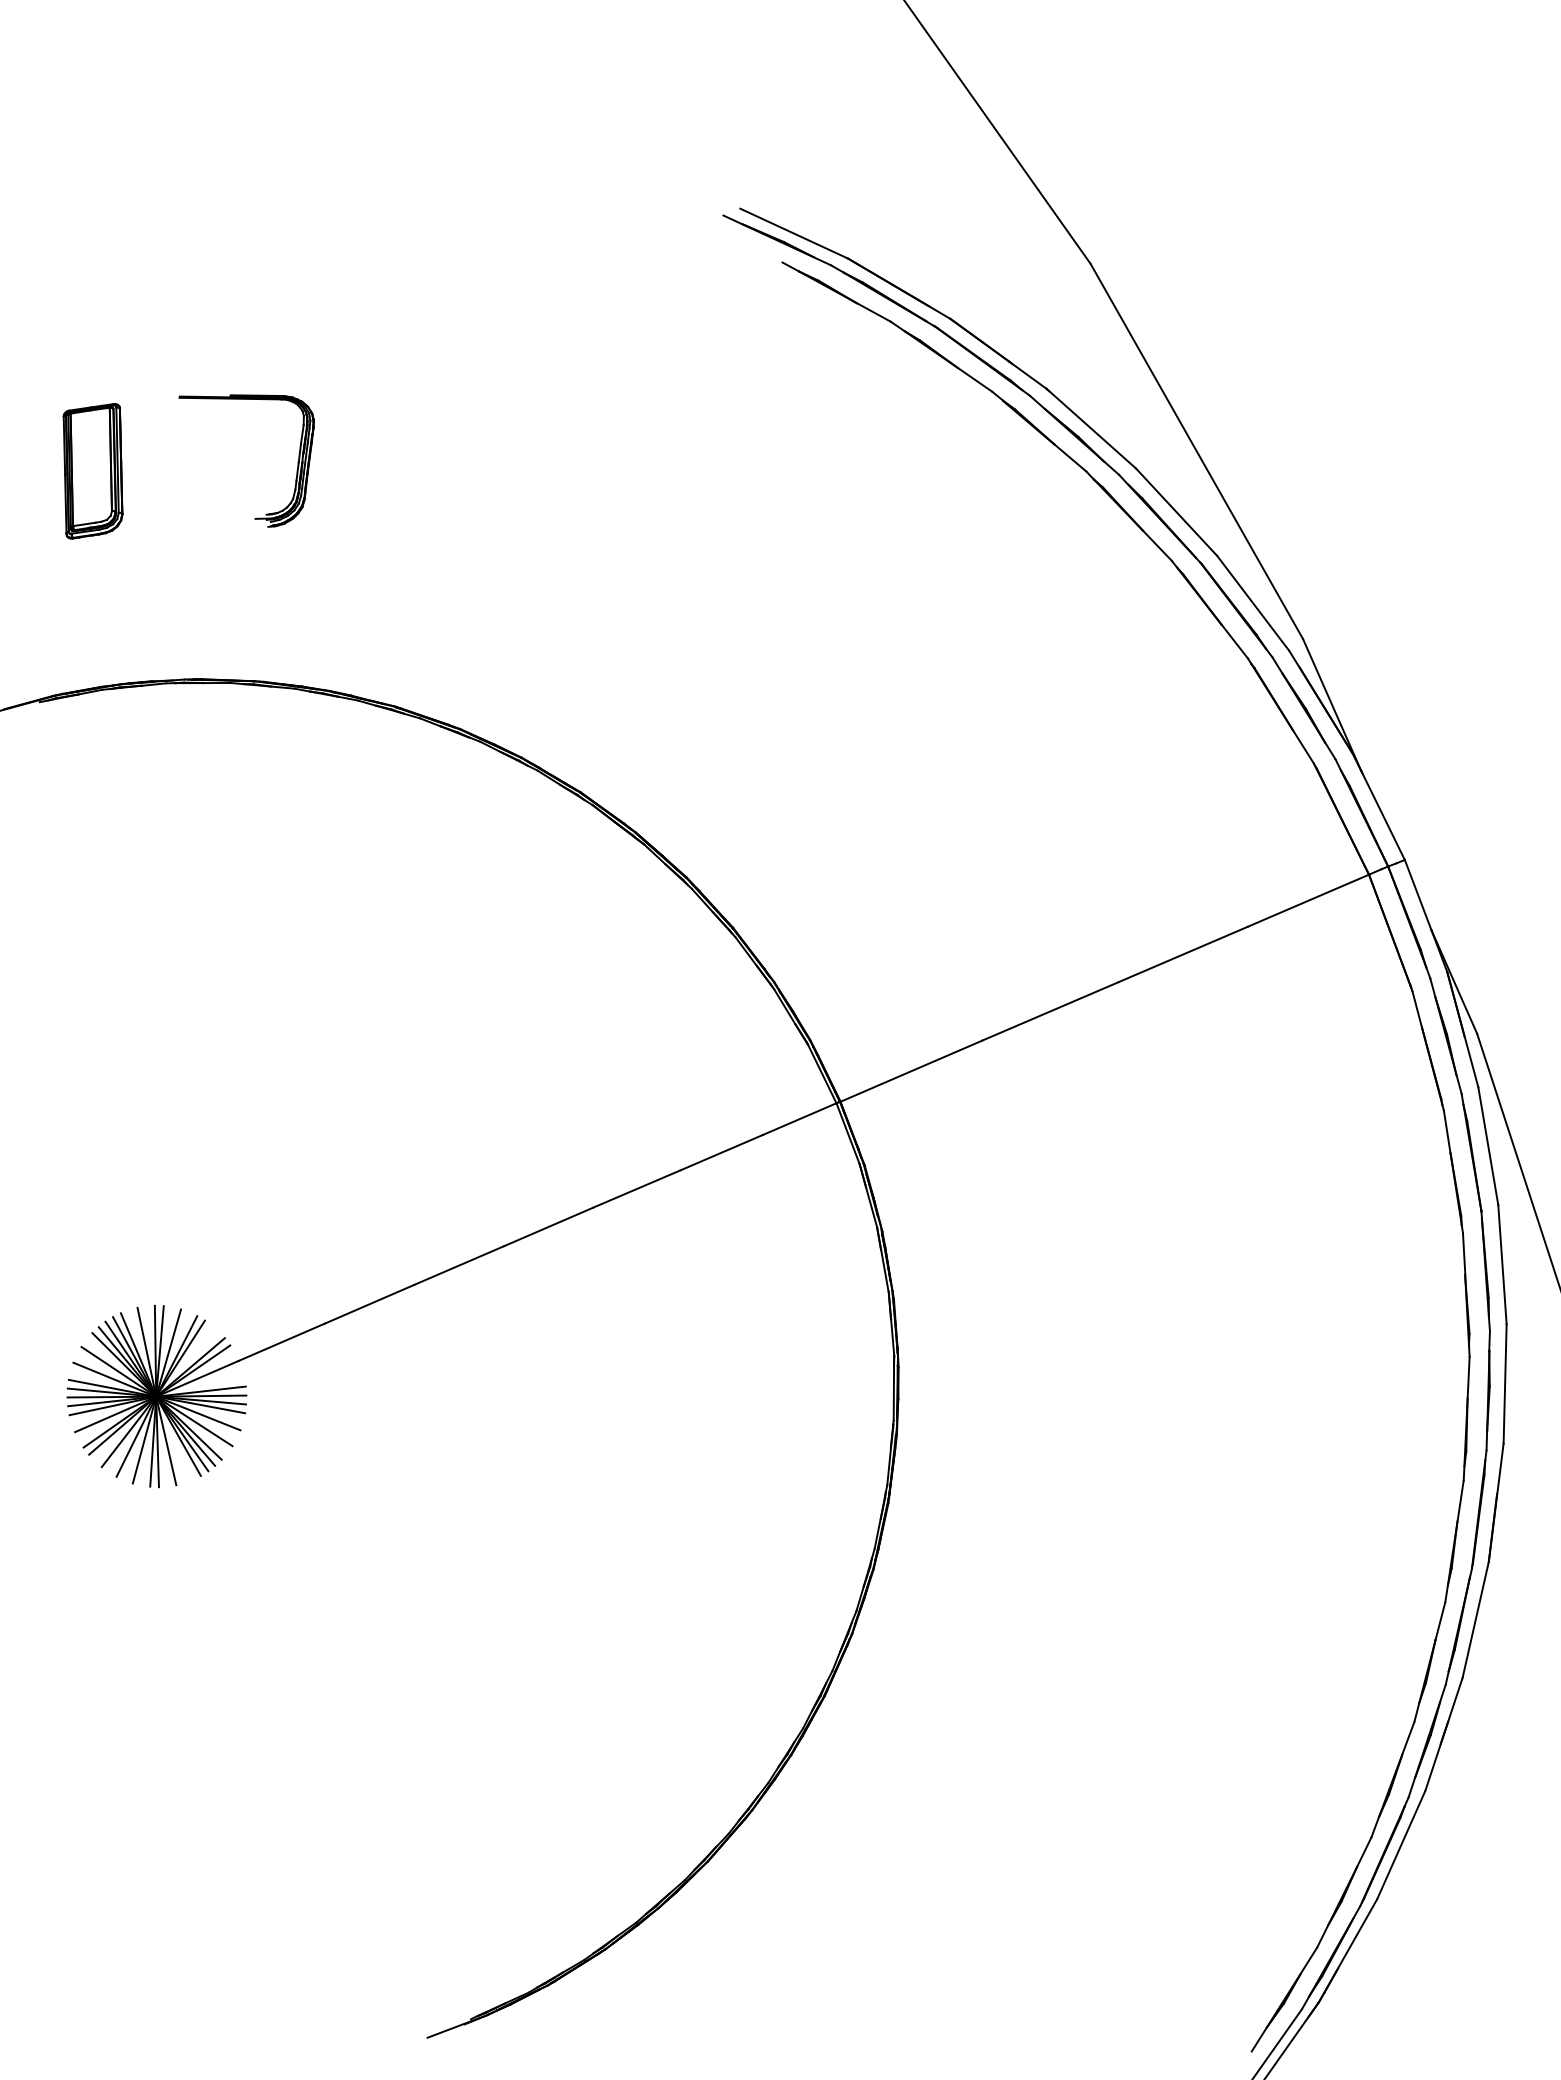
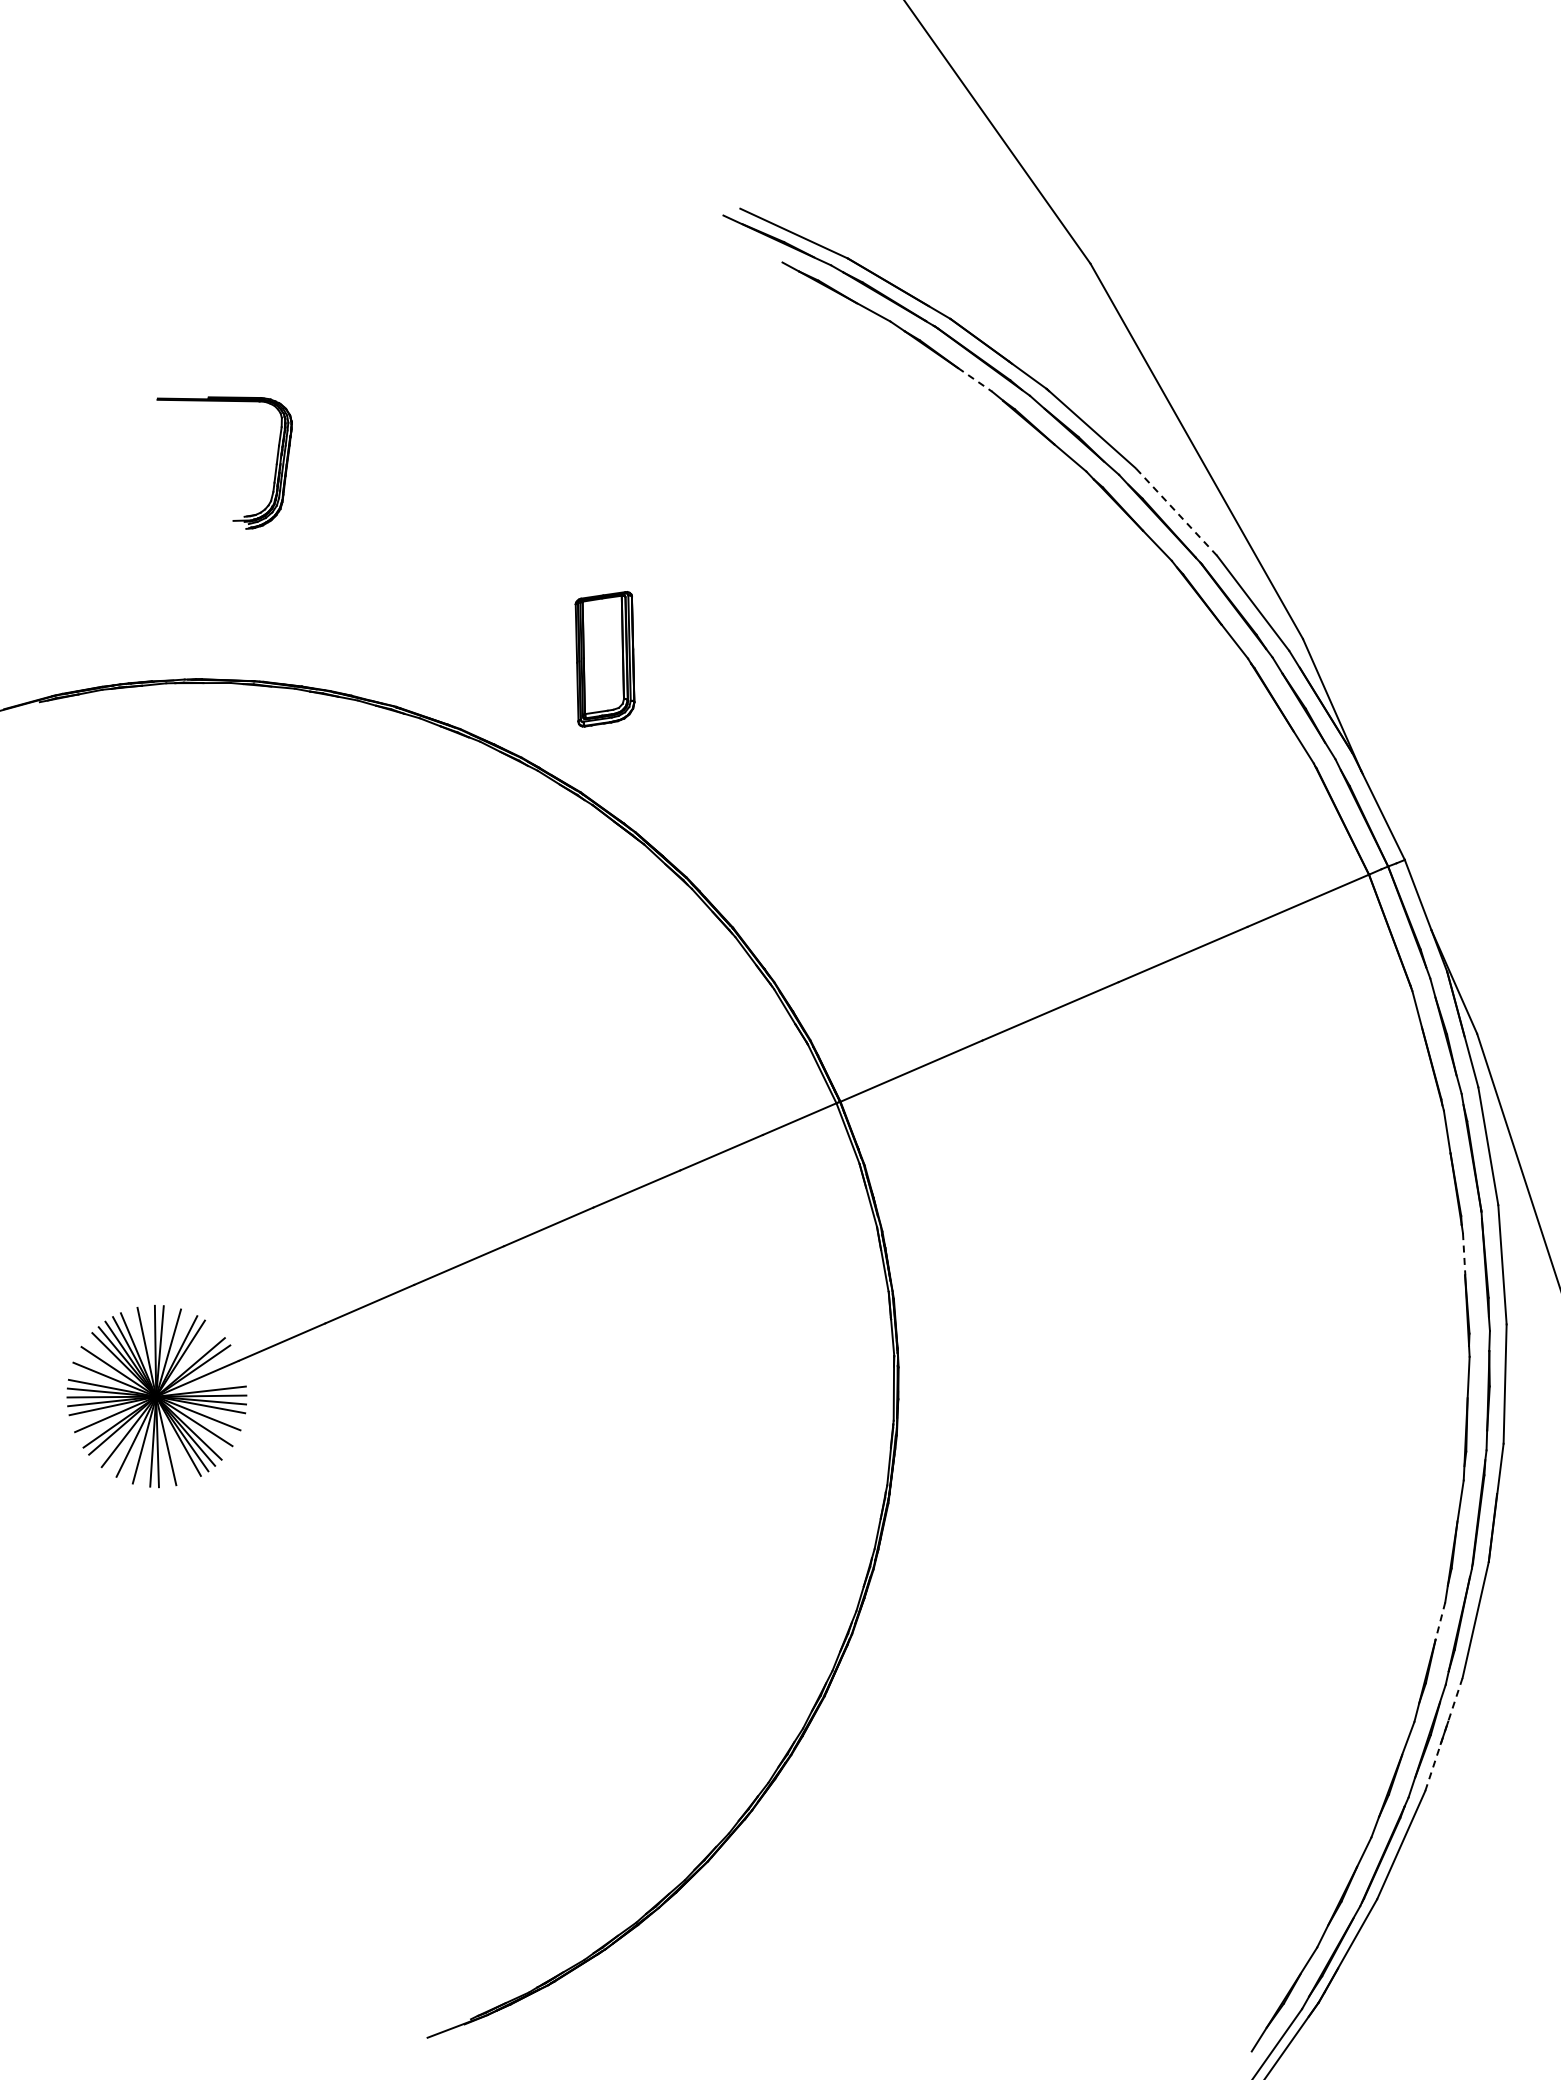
line at (975, 379): solid -> dashed
part at (296, 470) position: (296, 470) -> (274, 472)
part at (92, 471) position: (92, 471) -> (604, 659)
line at (1176, 512): solid -> dashed
line at (1464, 1254): solid -> dashed
line at (1440, 1621): solid -> dashed
line at (1443, 1734): solid -> dashed
